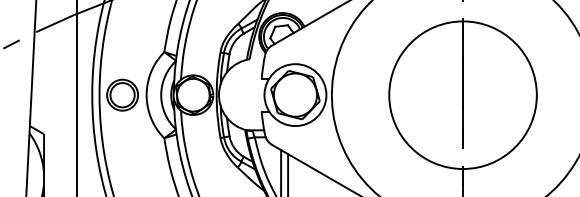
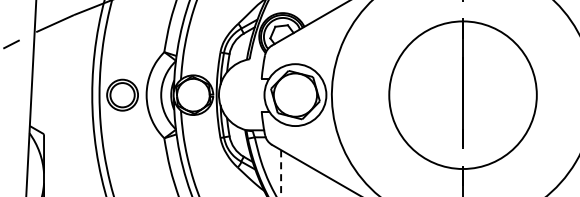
line at (76, 97): present -> none
line at (281, 173): solid -> dashed
line at (288, 173): present -> none
